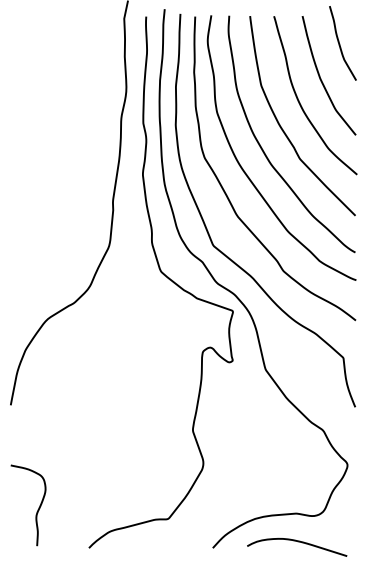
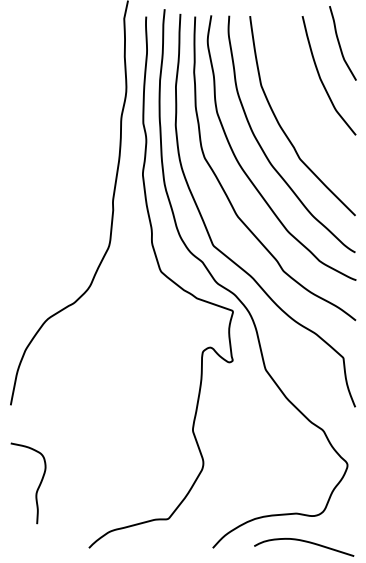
curve at (300, 102): present -> none
curve at (37, 509) position: (37, 509) -> (37, 487)
curve at (297, 542) position: (297, 542) -> (304, 542)
